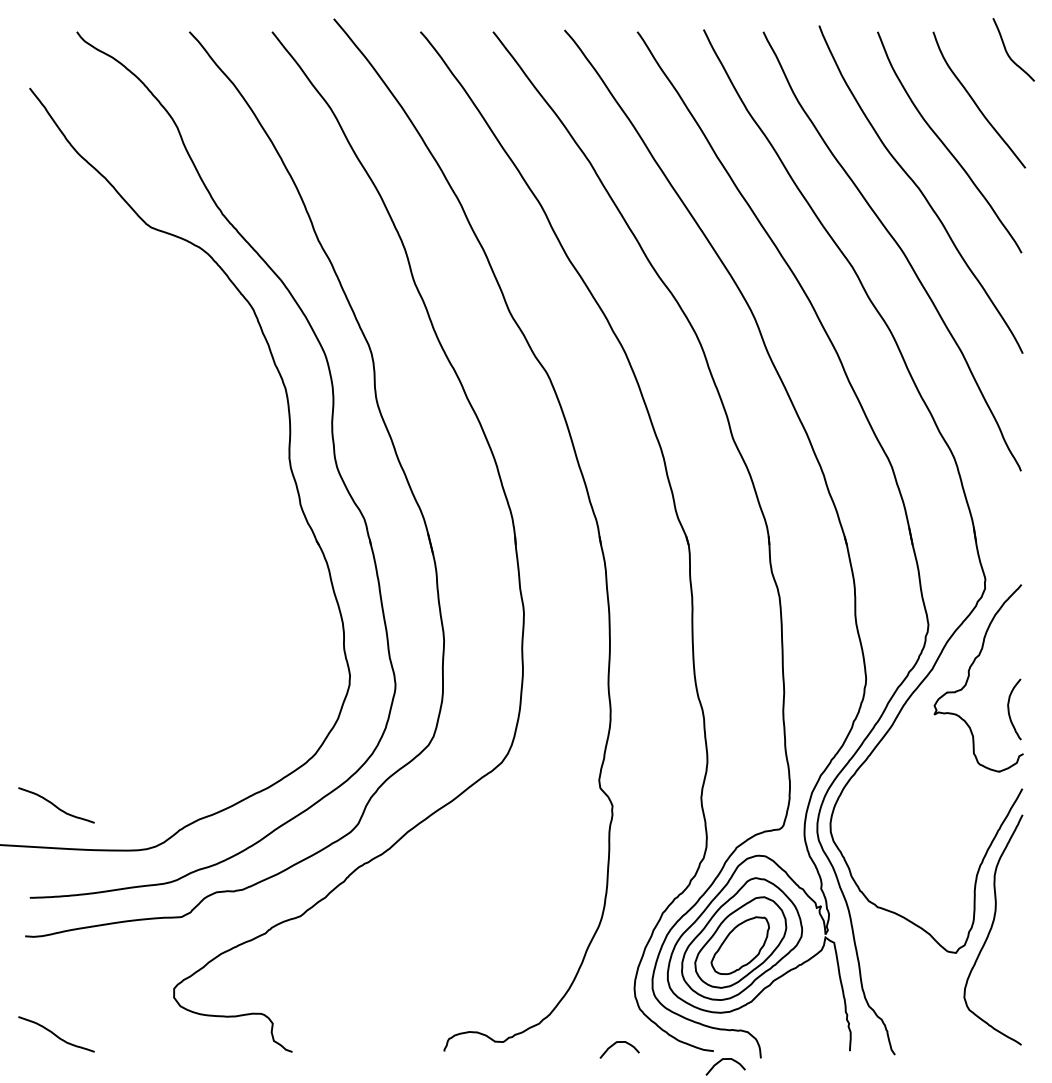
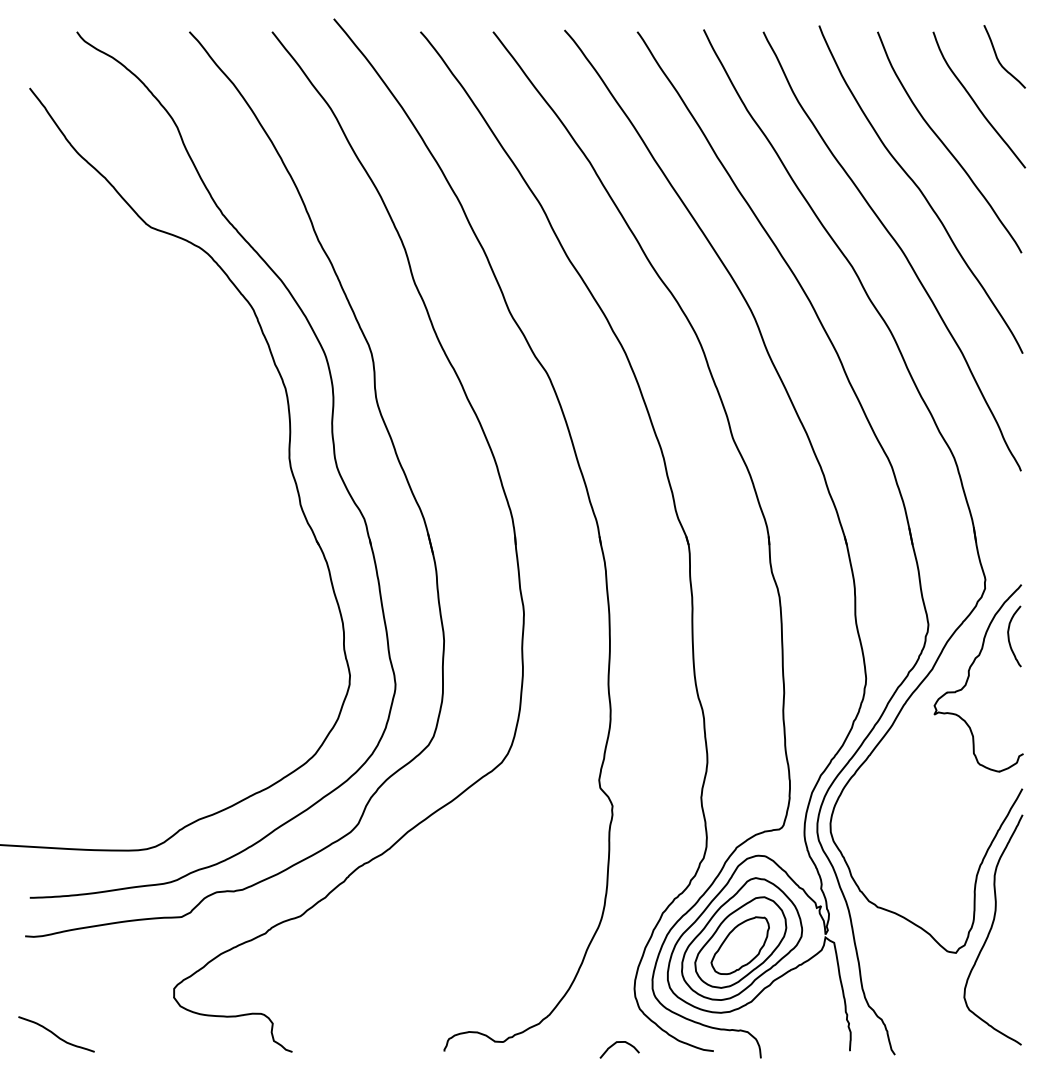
curve at (1007, 51) position: (1007, 51) -> (998, 58)
curve at (1009, 709) position: (1009, 709) -> (1009, 636)
curve at (56, 805): present -> none
curve at (721, 1061): present -> none
